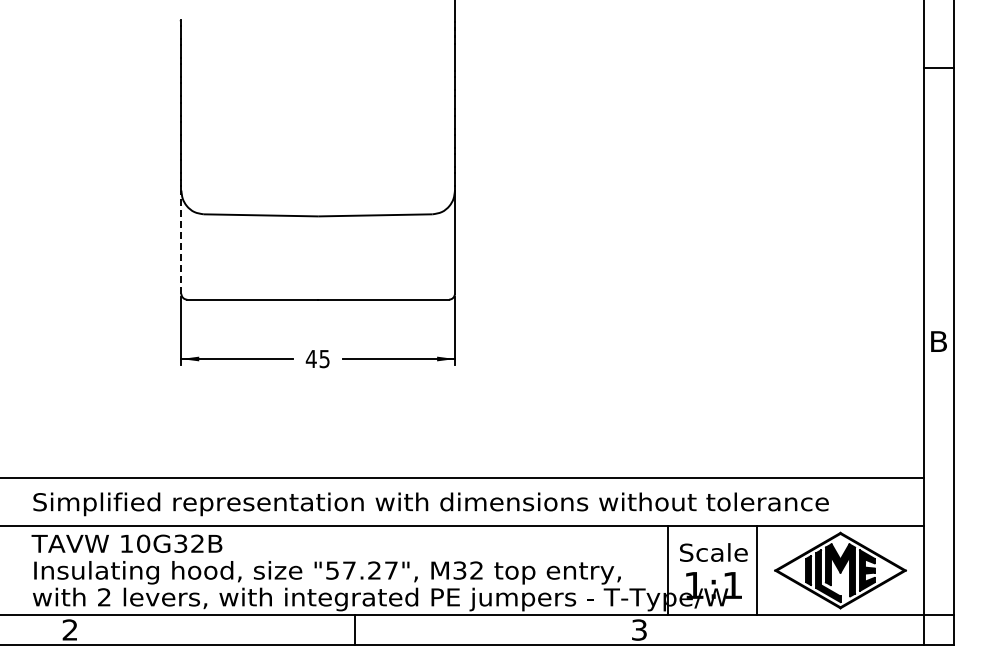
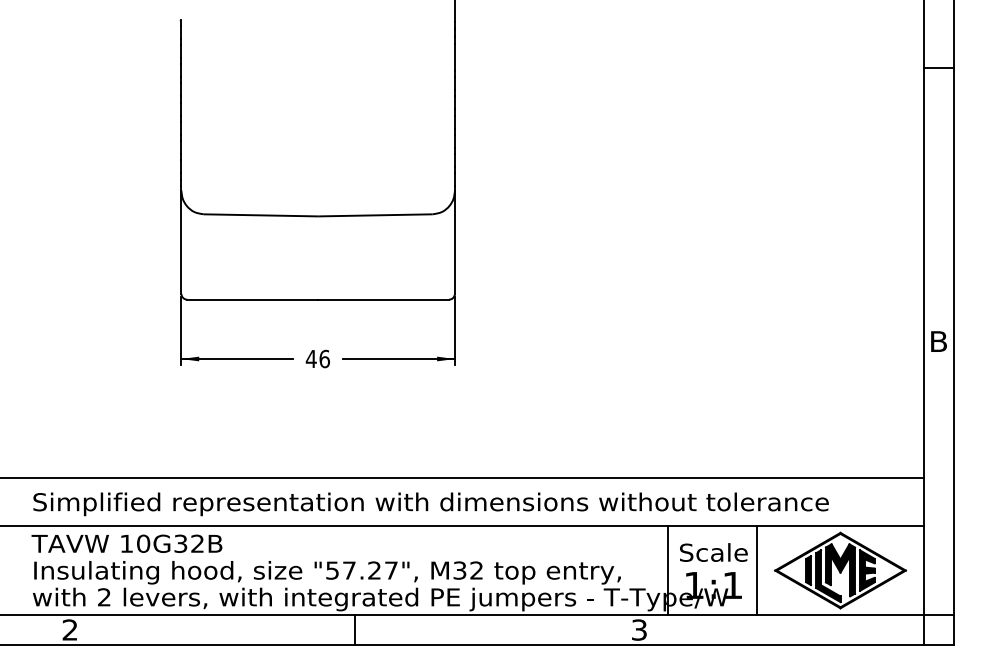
line at (181, 242): dashed -> solid
text at (324, 358): 45 -> 46
